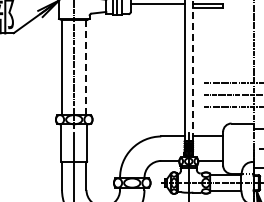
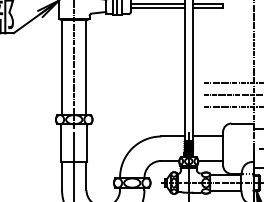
line at (157, 8): none -> present
line at (86, 68): dashed -> solid
line at (192, 71): dashed -> solid
